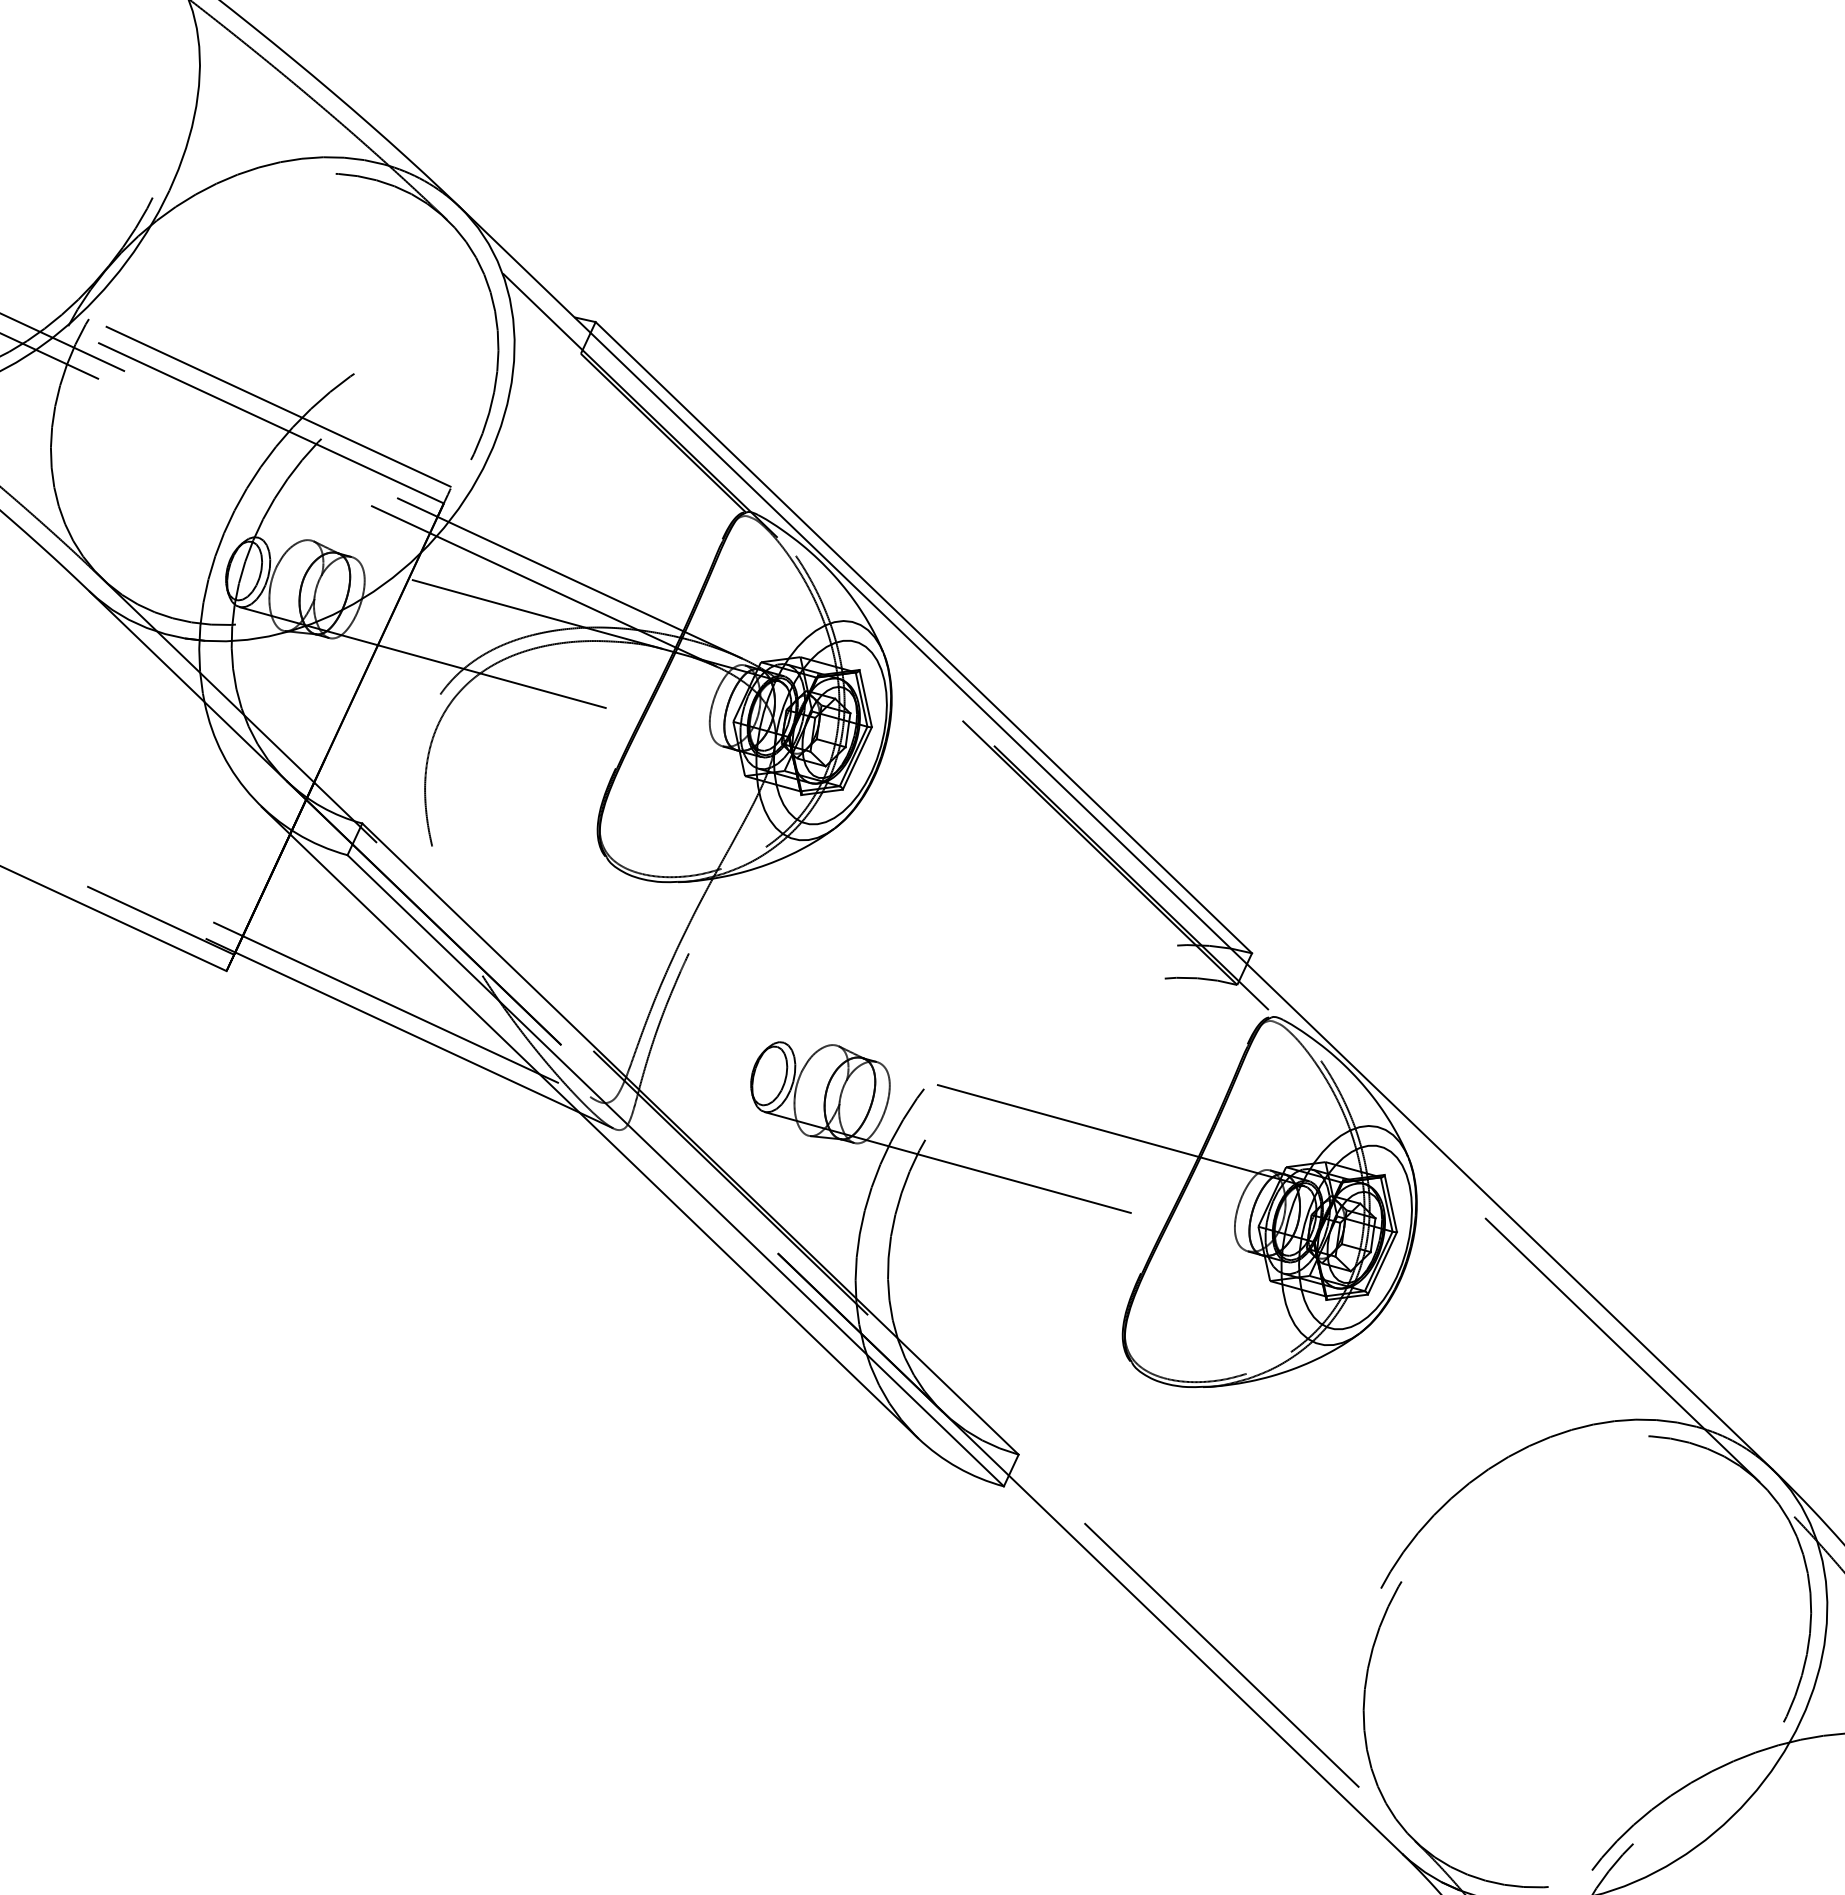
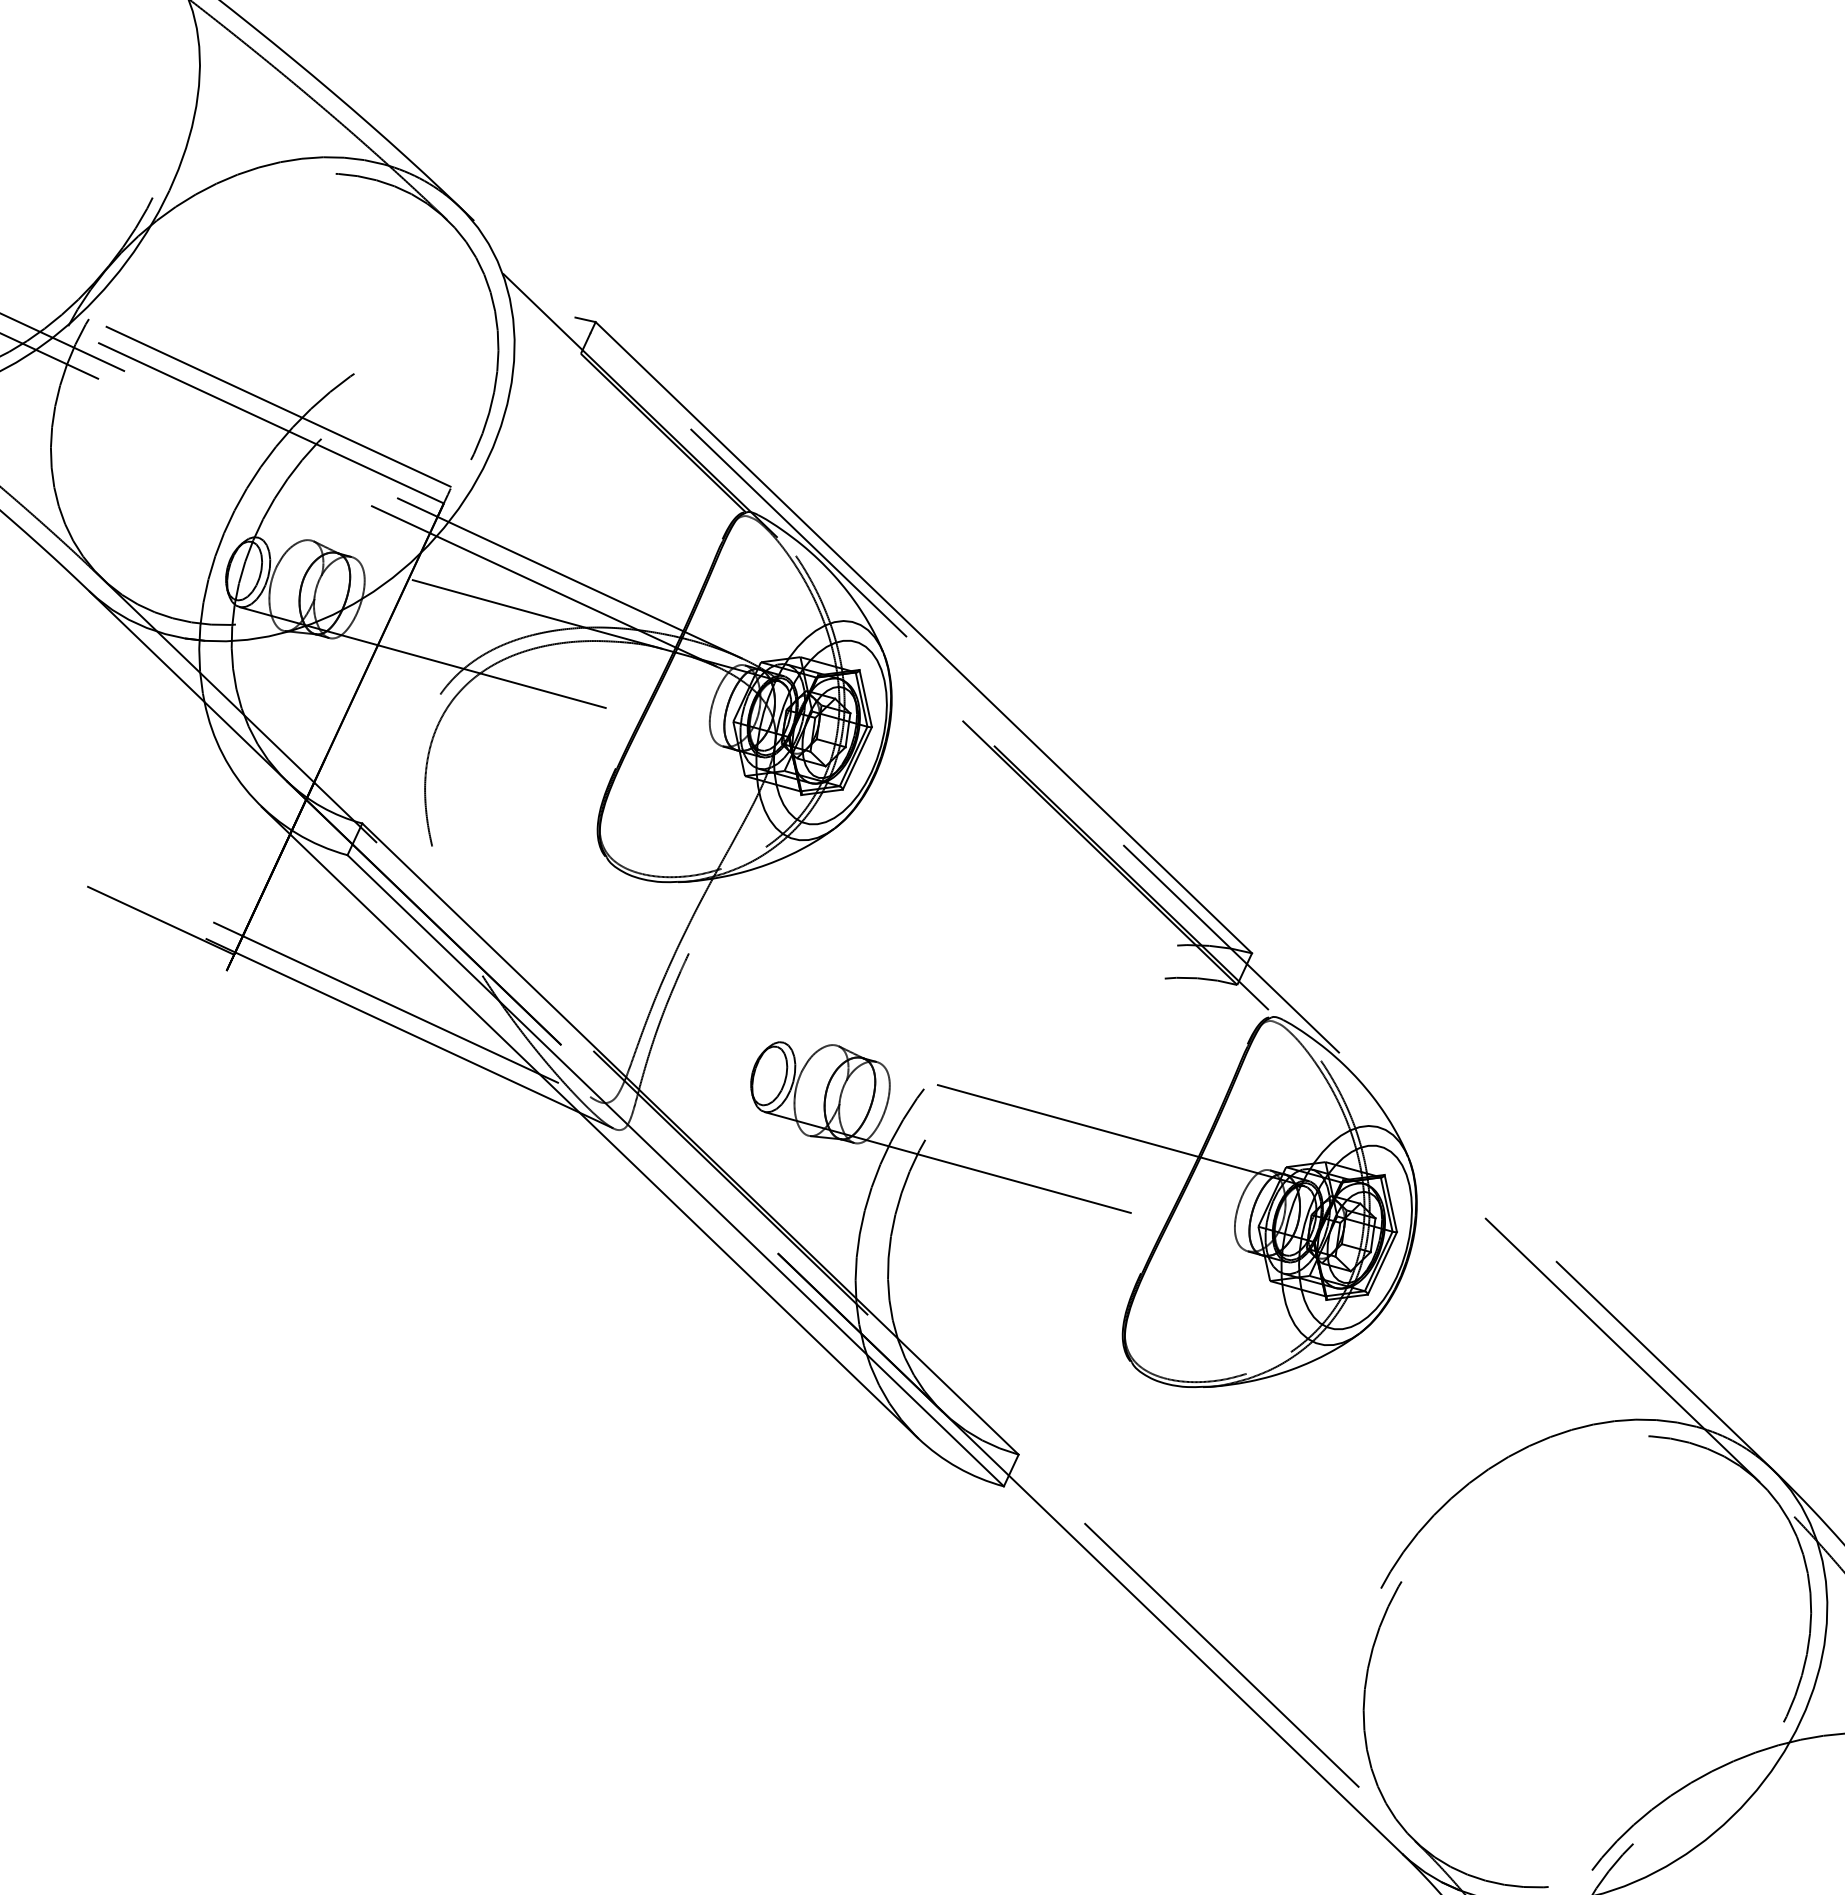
line at (1116, 838): solid -> dashed
line at (114, 919): present -> none
